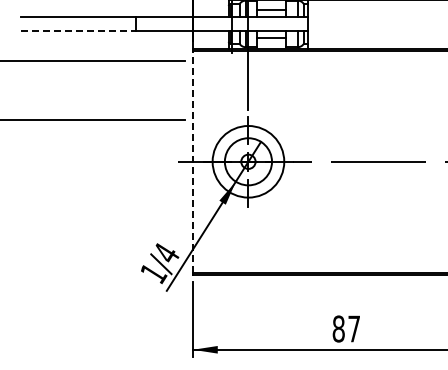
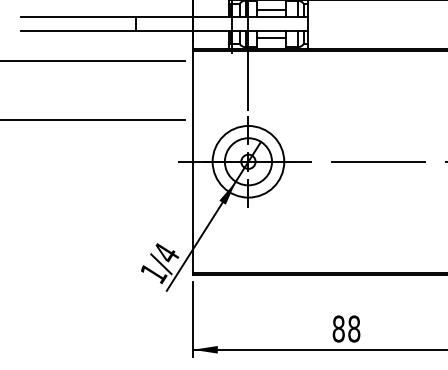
line at (78, 30): dashed -> solid
line at (192, 161): dashed -> solid
text at (354, 328): 87 -> 88
